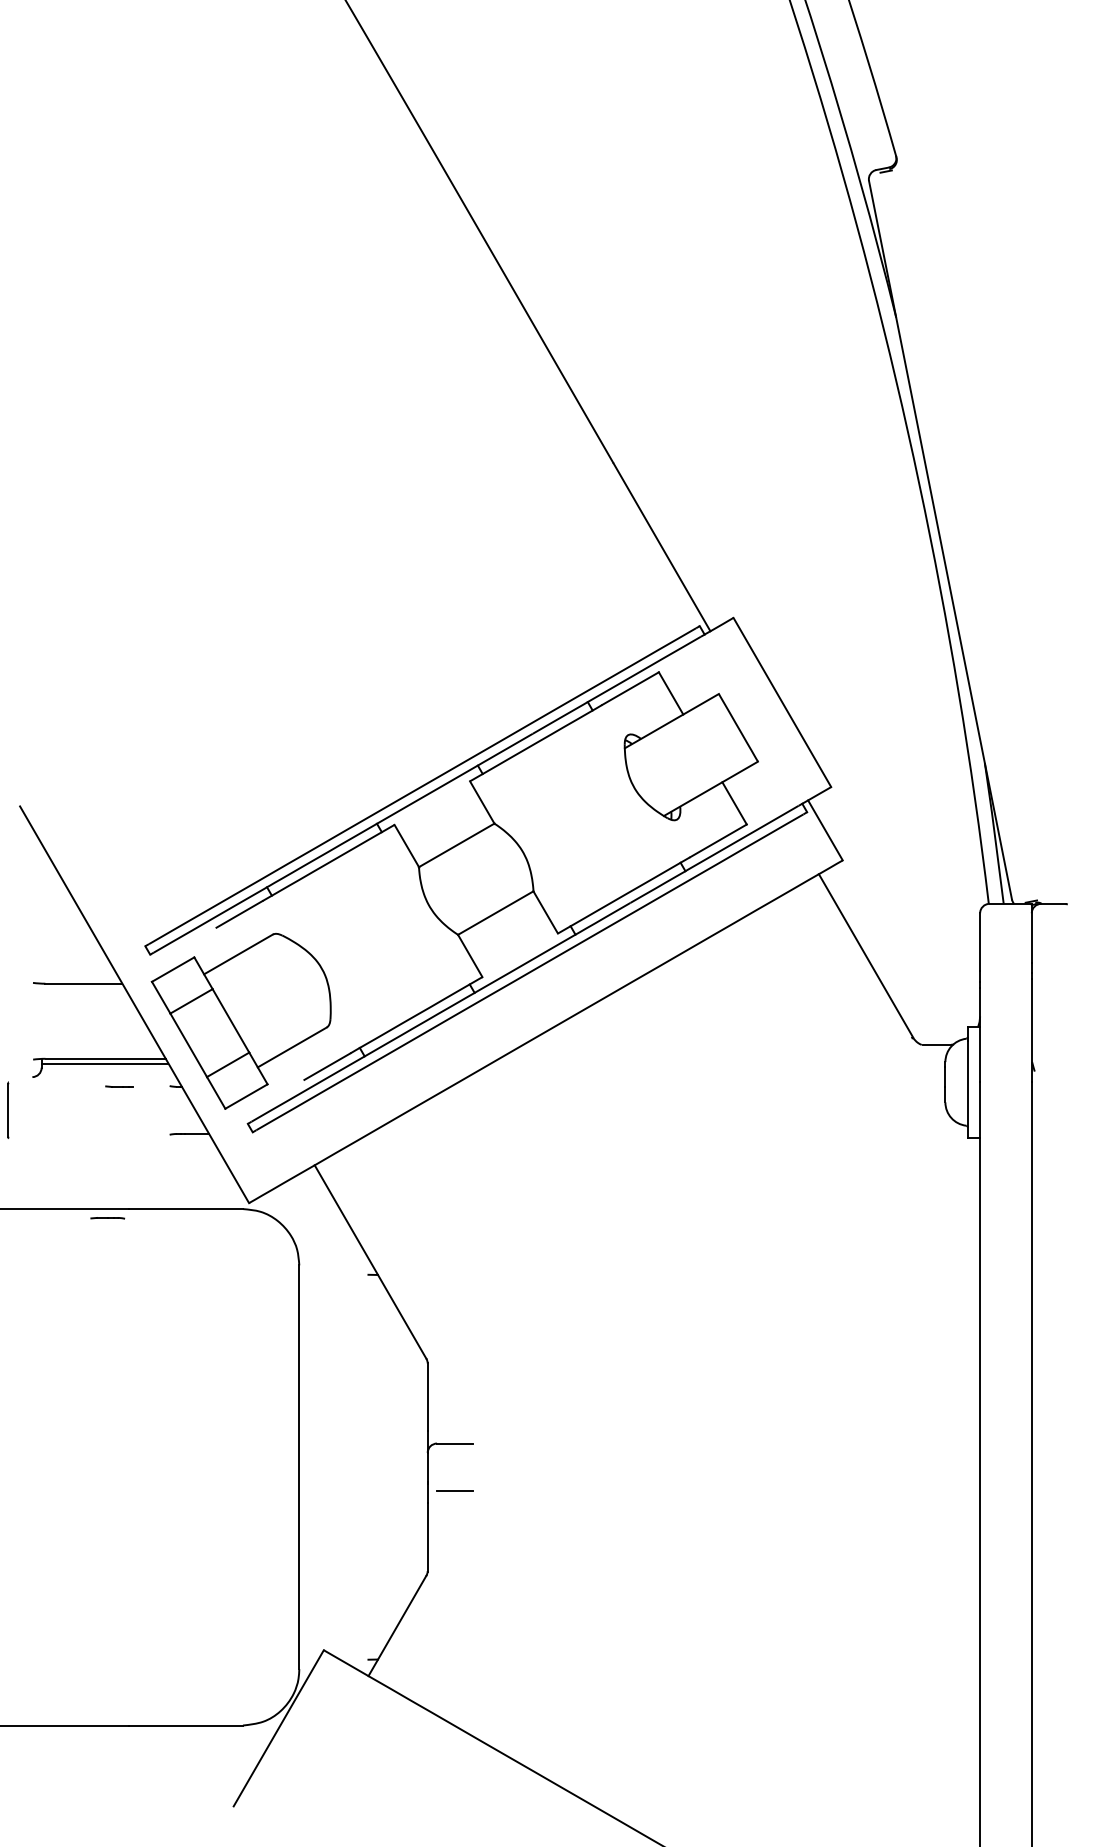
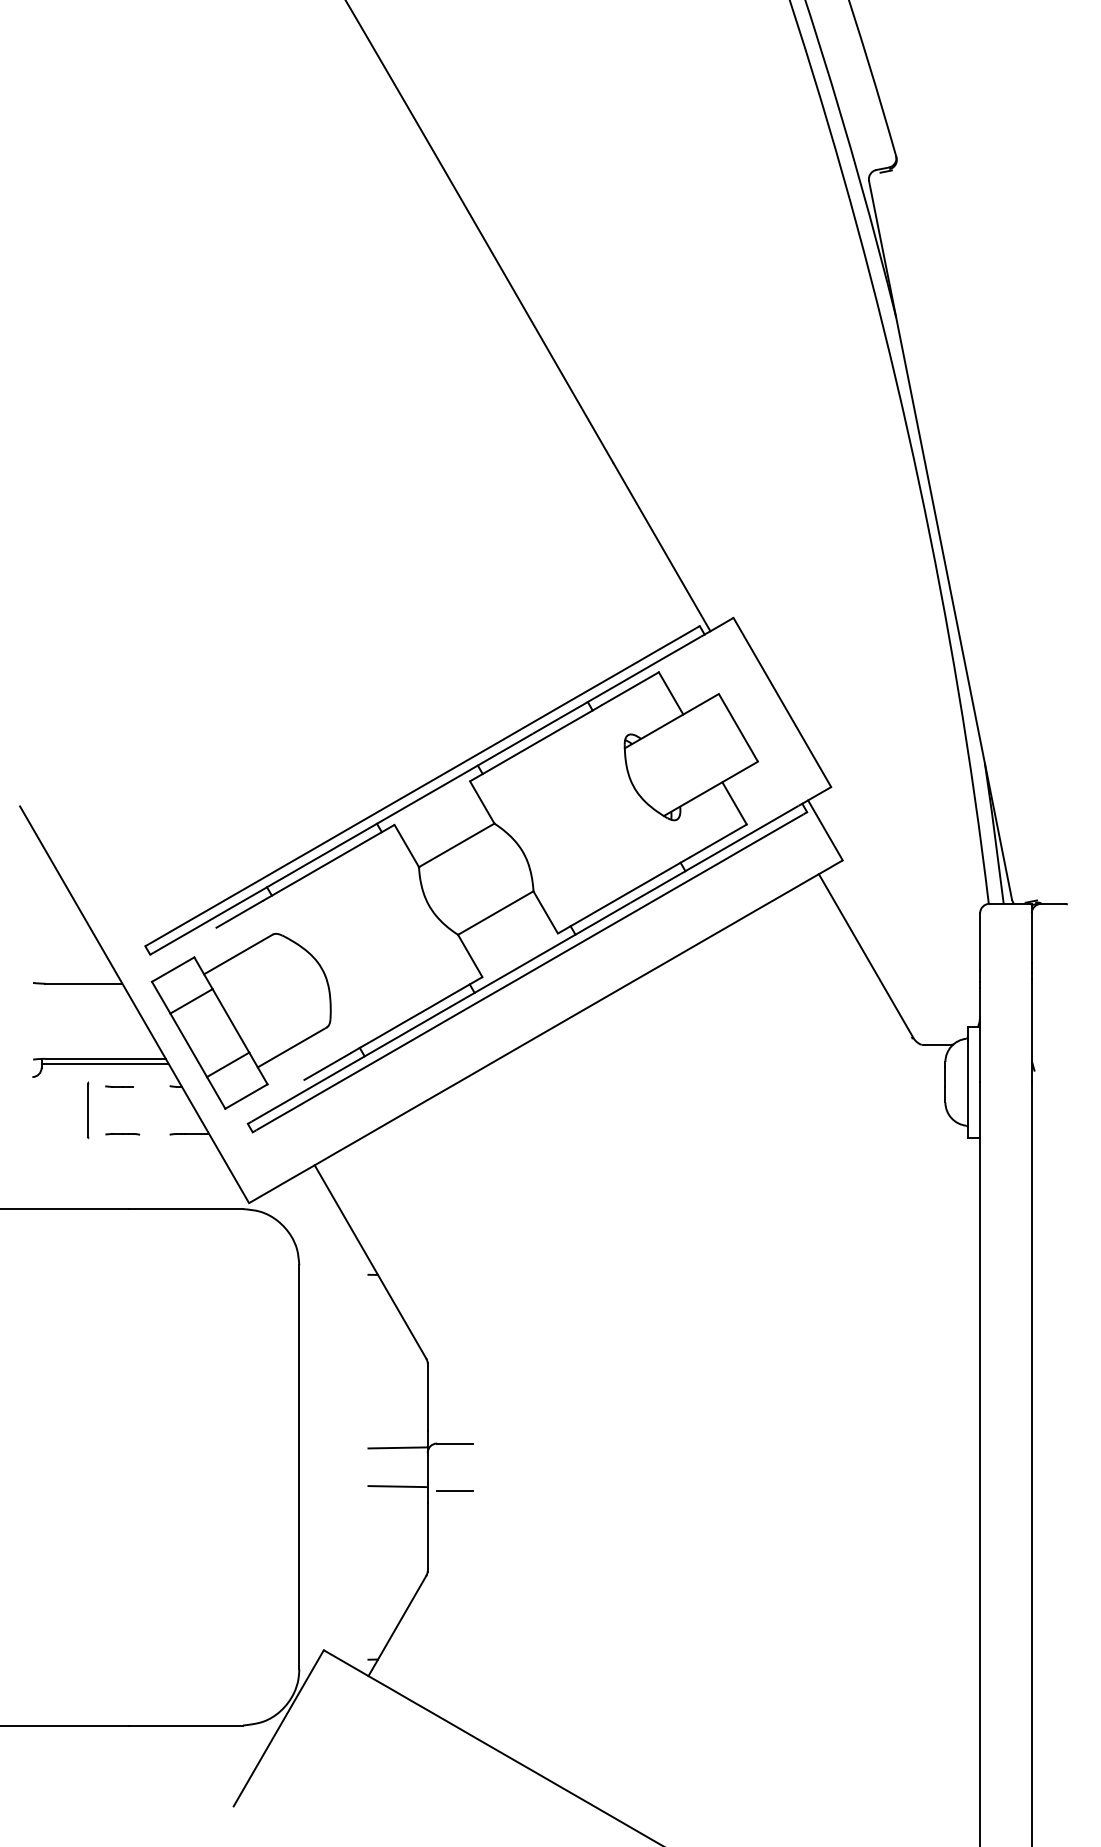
line at (8, 1109) position: (8, 1109) -> (88, 1109)
line at (107, 1218) position: (107, 1218) -> (122, 1134)
line at (397, 1447): none -> present
line at (397, 1486): none -> present
